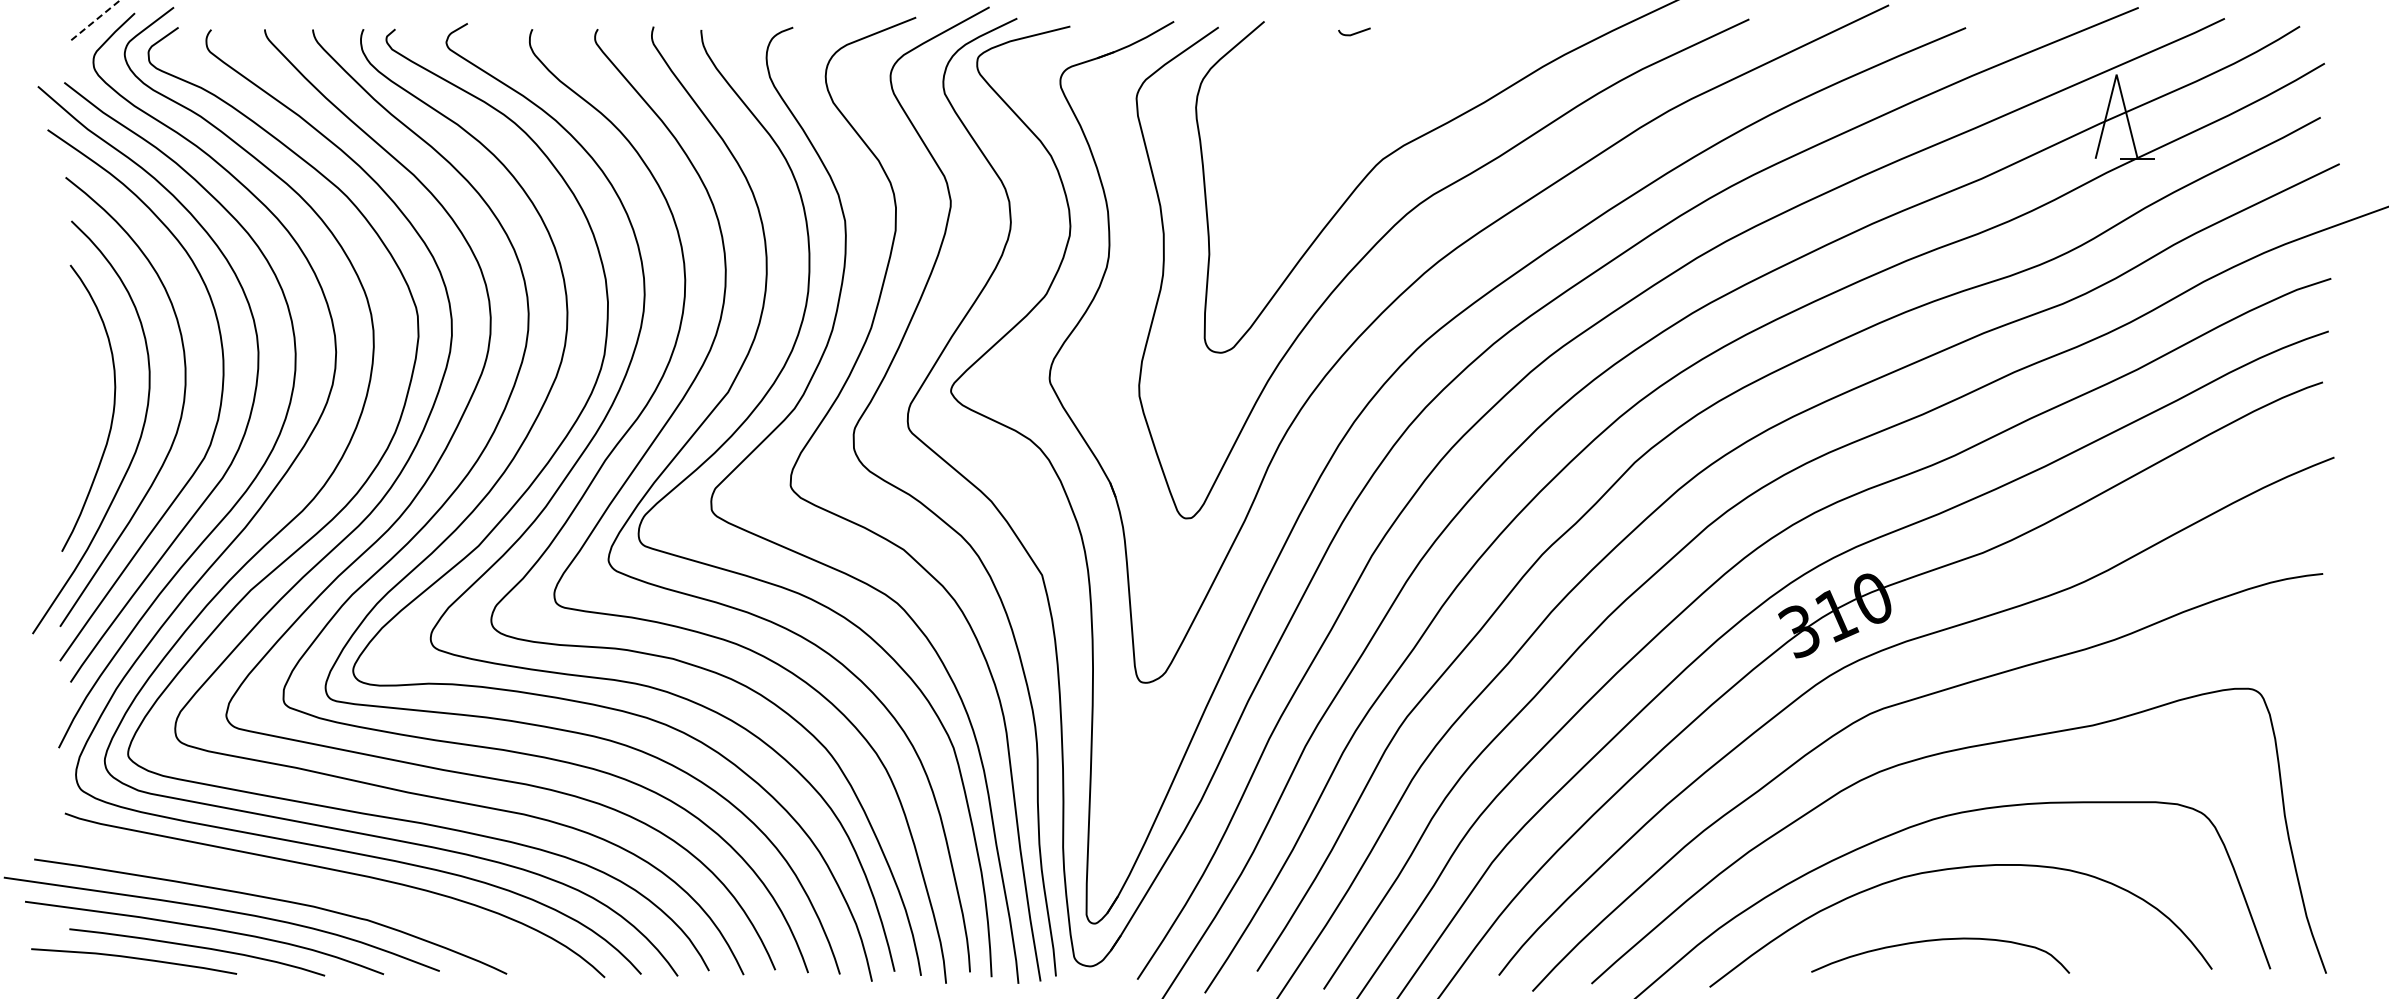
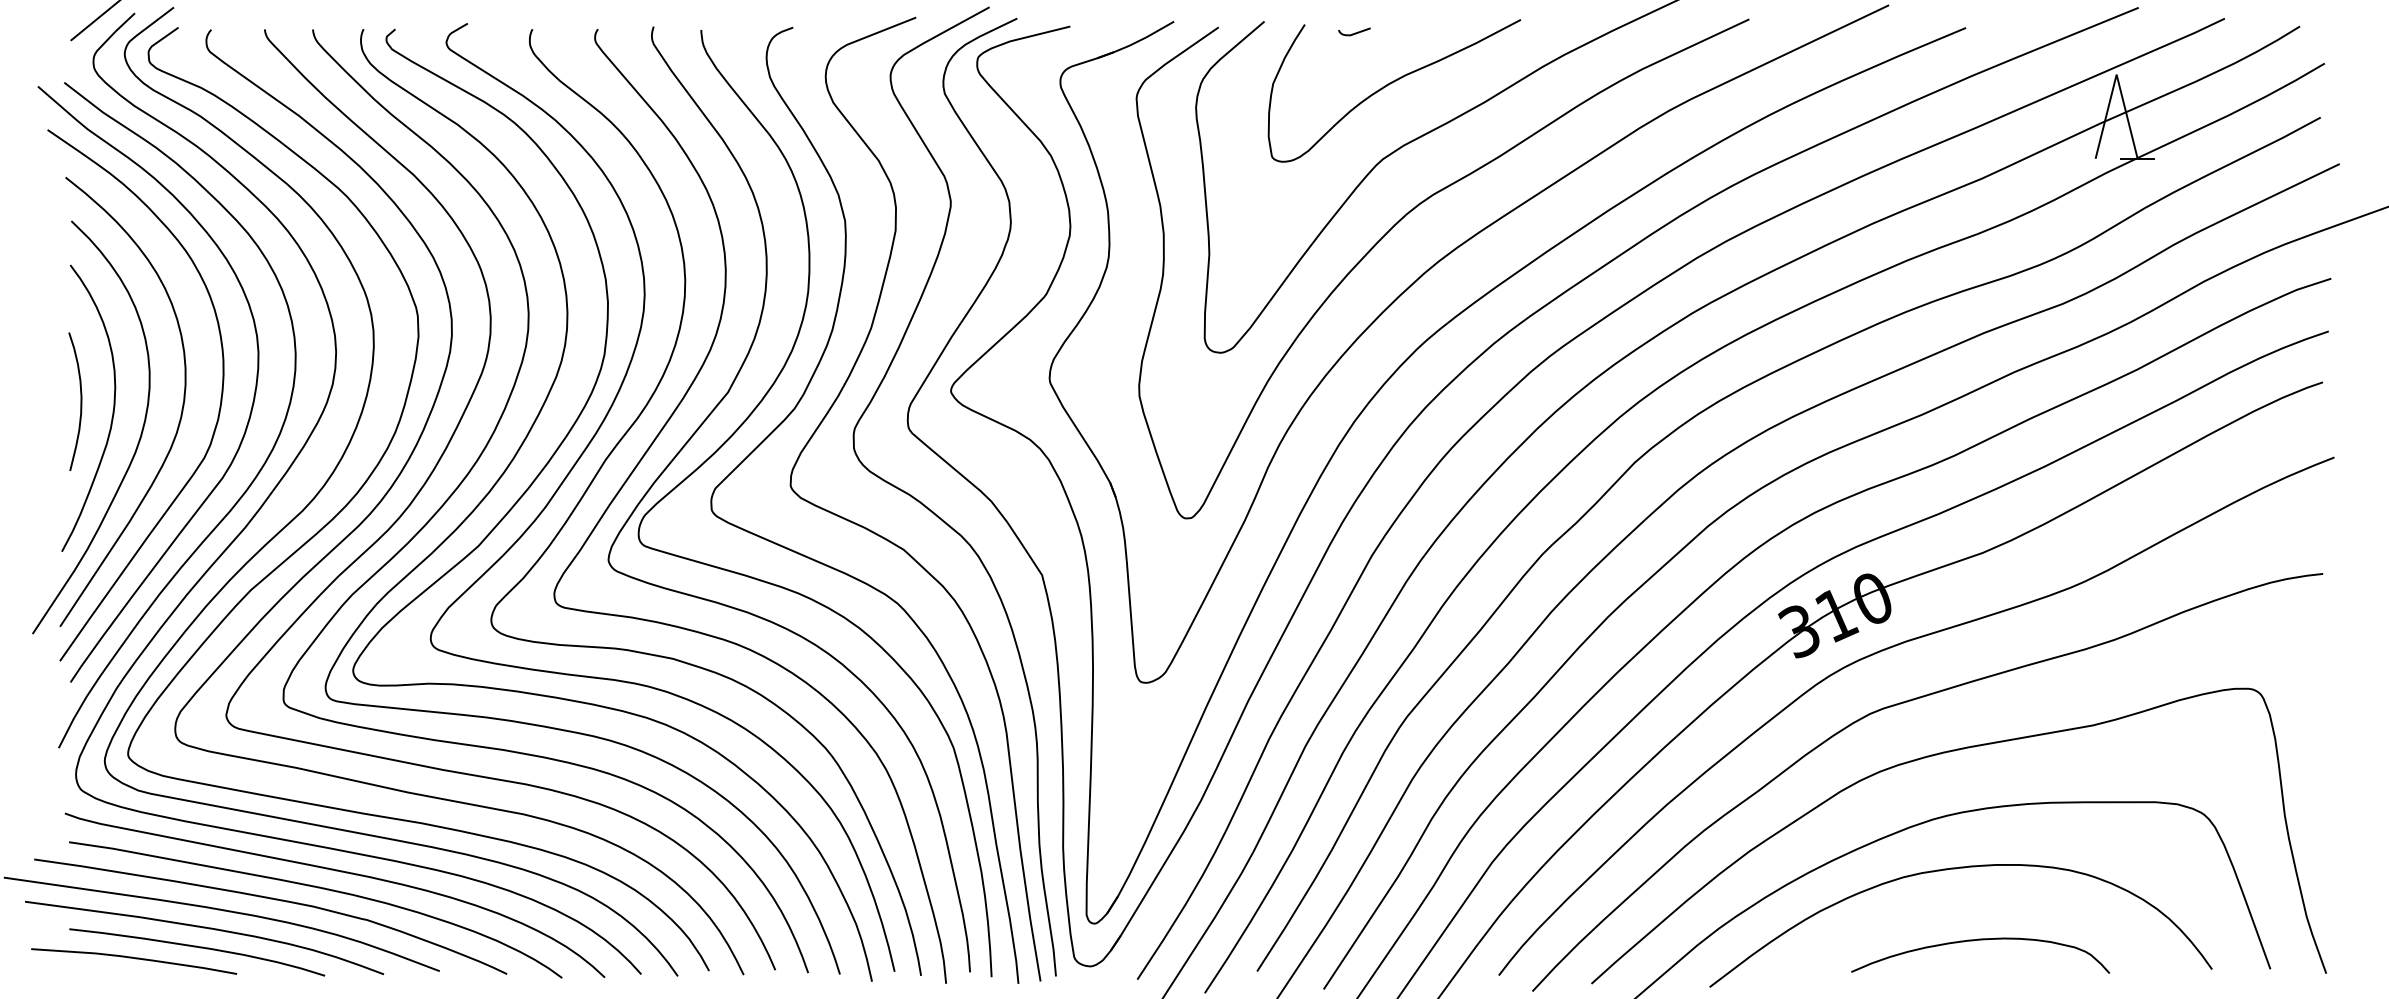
line at (95, 20): dashed -> solid
curve at (1390, 84): none -> present
curve at (80, 401): none -> present
curve at (317, 888): none -> present
curve at (1940, 940) position: (1940, 940) -> (1980, 940)
